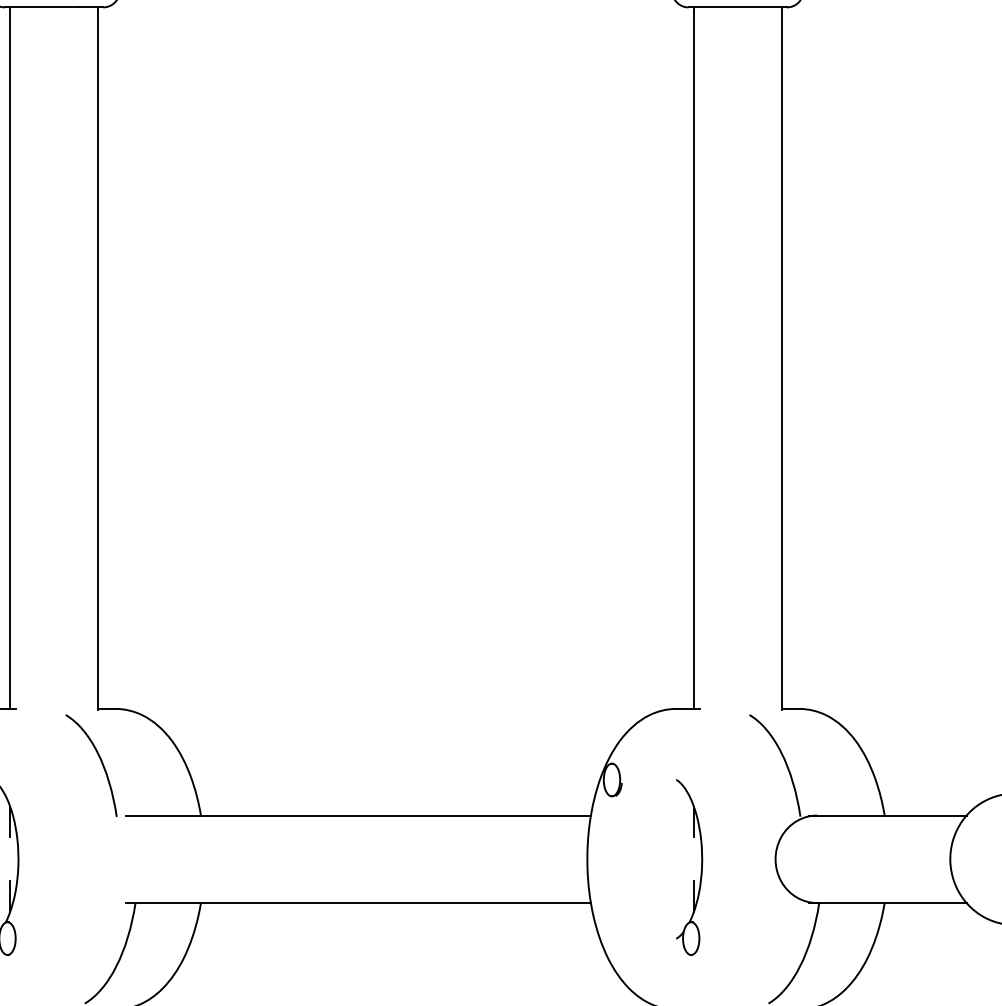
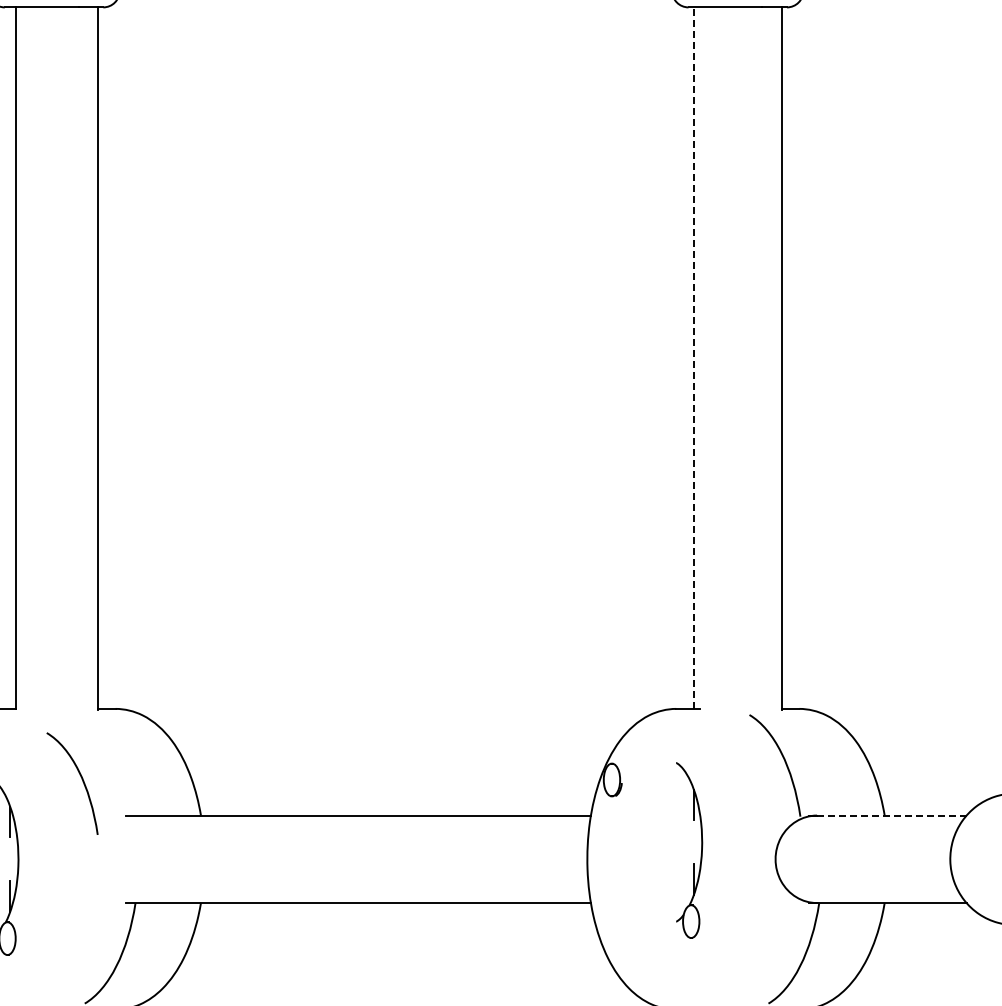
line at (10, 357) position: (10, 357) -> (16, 357)
line at (694, 358): solid -> dashed
curve at (100, 761) position: (100, 761) -> (81, 779)
line at (891, 815): solid -> dashed
part at (700, 871) position: (700, 871) -> (700, 854)
